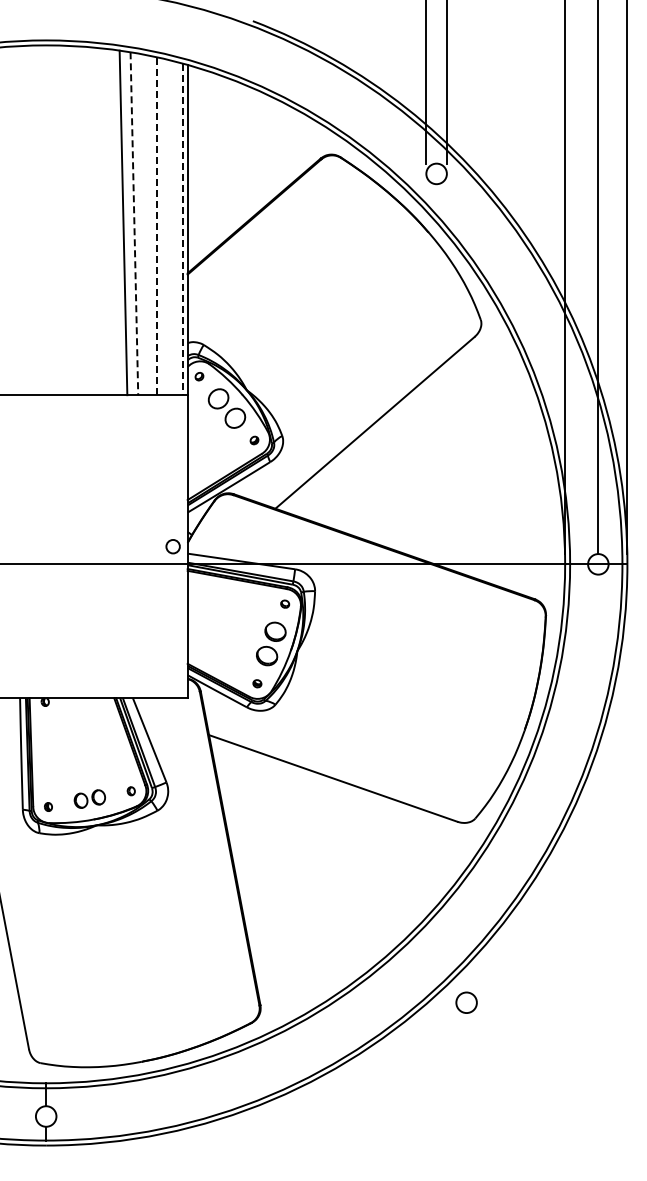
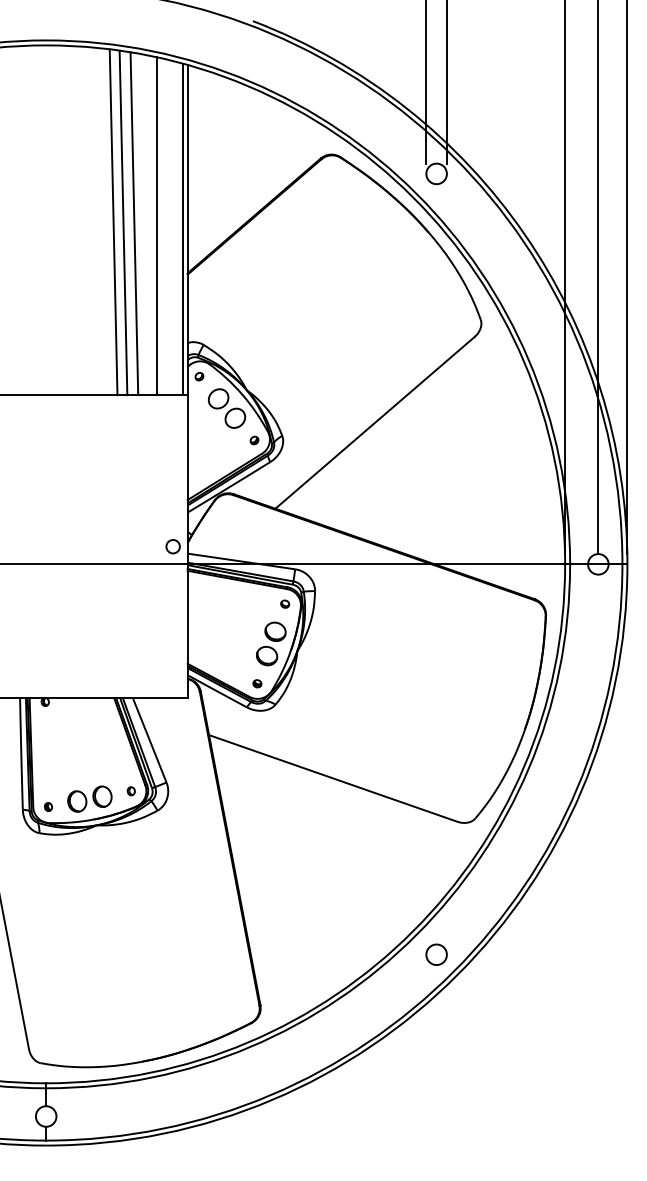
line at (113, 222): none -> present
line at (134, 224): dashed -> solid
line at (157, 226): dashed -> solid
line at (183, 229): dashed -> solid
part at (89, 798) size: 33x20 px -> 46x28 px
circle at (466, 1002) position: (466, 1002) -> (436, 954)
